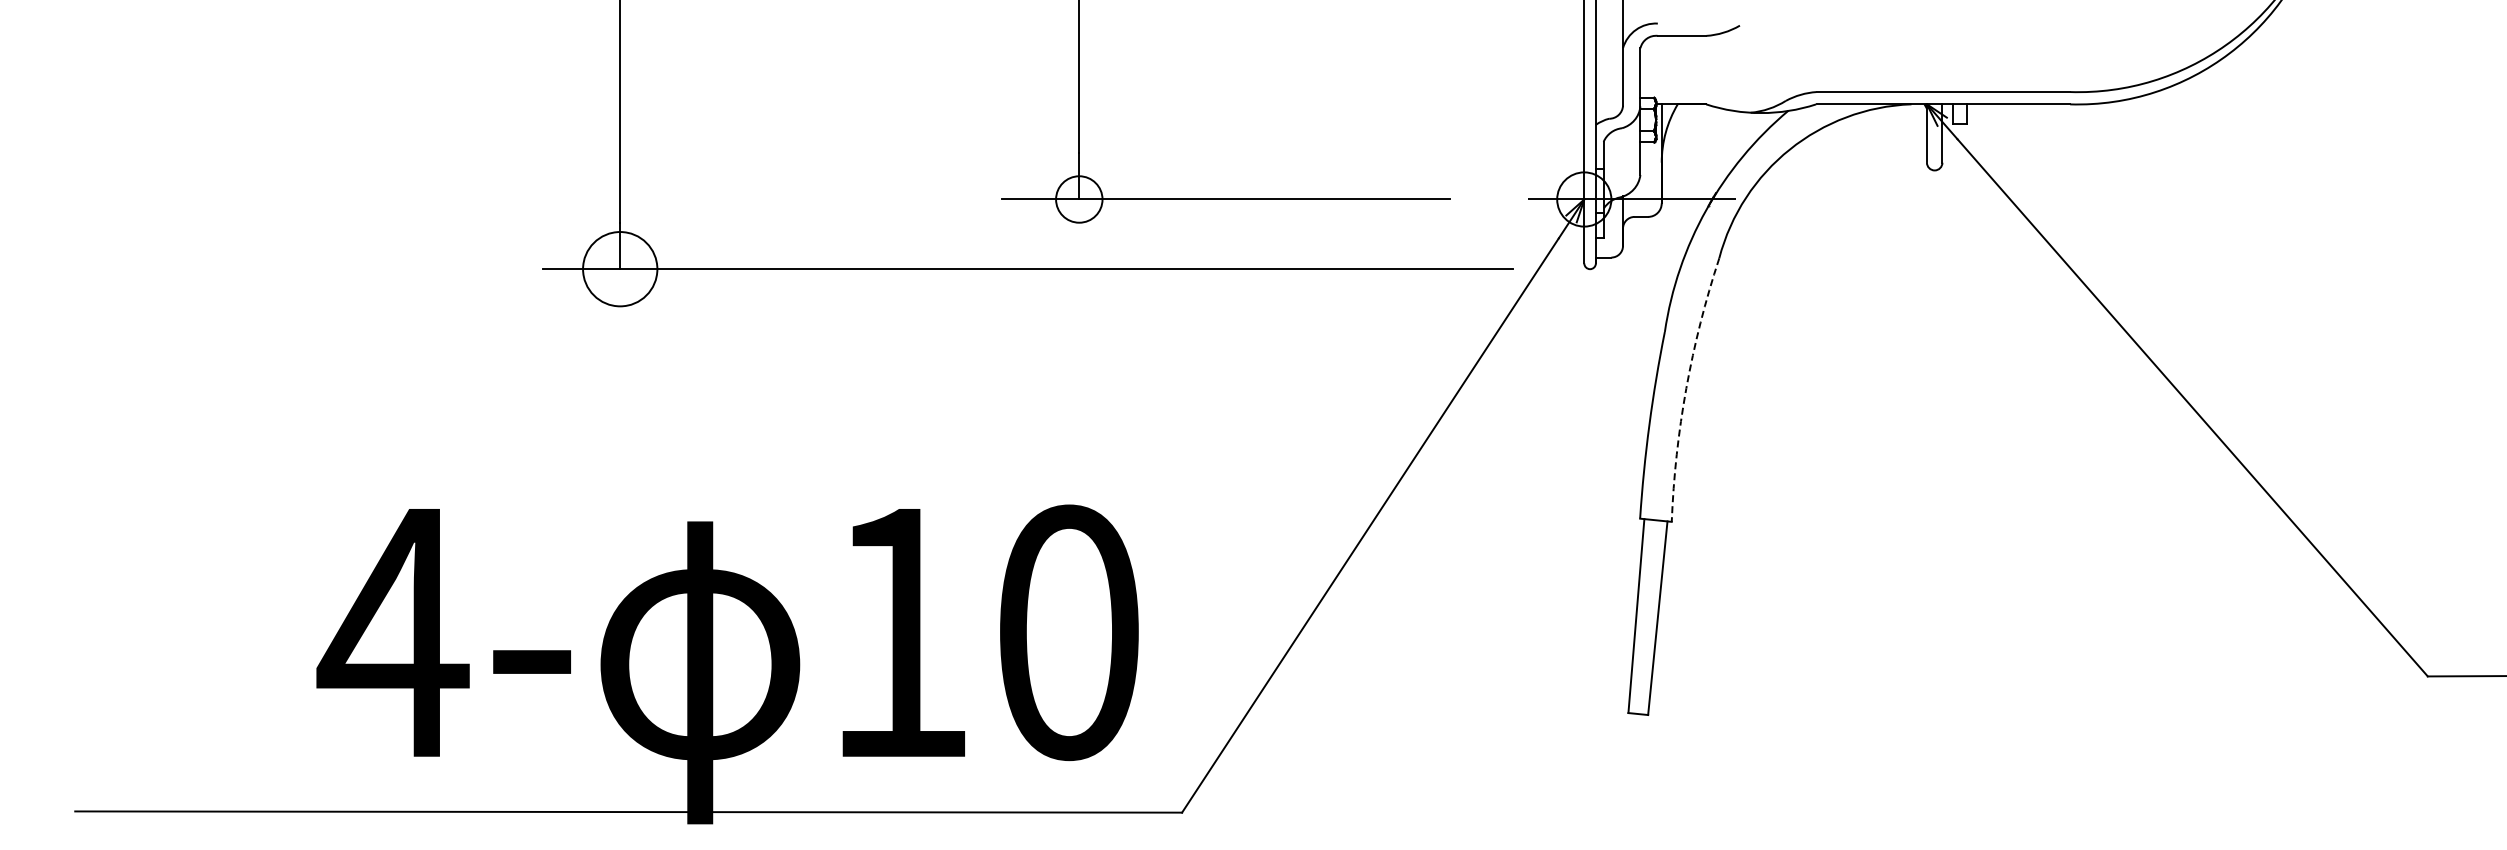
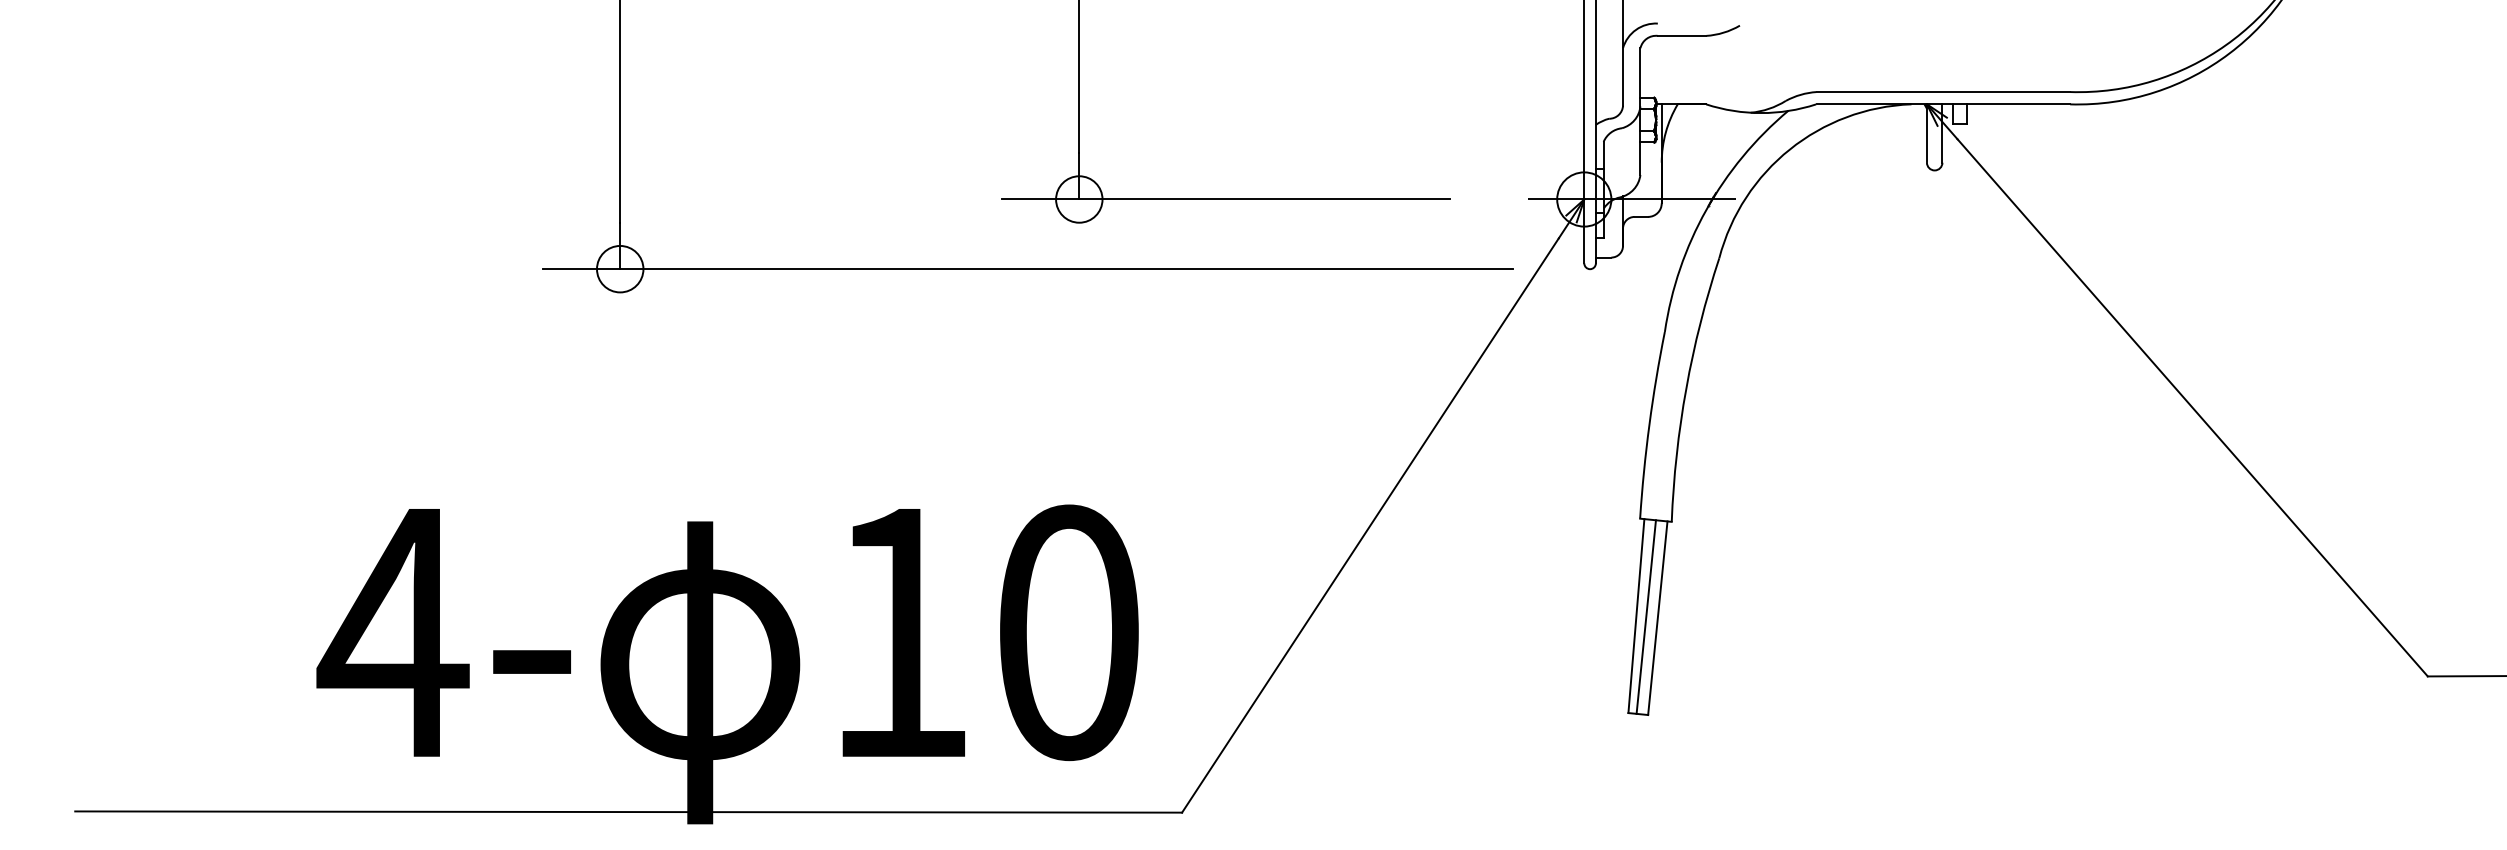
circle at (620, 269) diameter: 74 px -> 46 px
arc at (1686, 388): dashed -> solid
line at (1645, 616): none -> present
